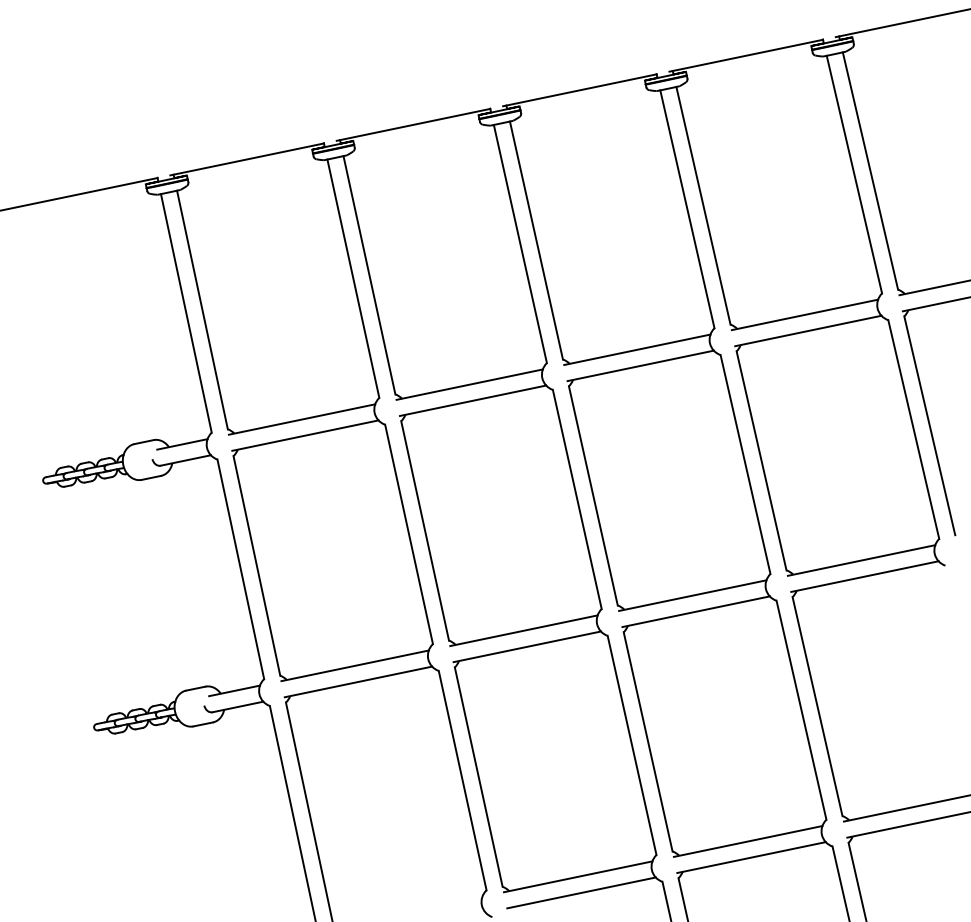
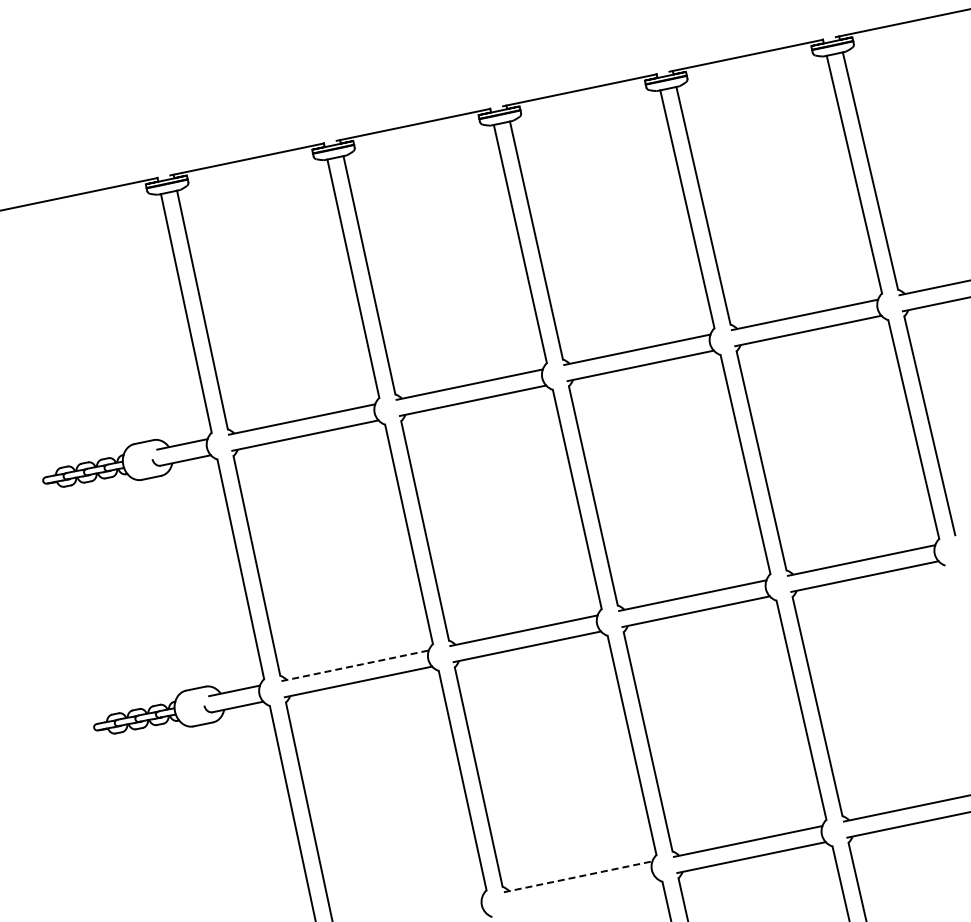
line at (355, 665): solid -> dashed
line at (578, 876): solid -> dashed
line at (581, 892): present -> none
